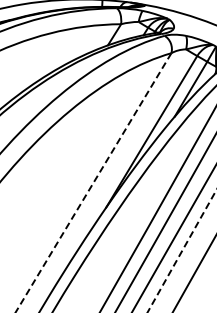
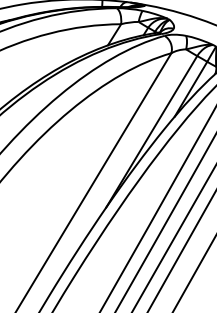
line at (93, 183): dashed -> solid
line at (181, 251): dashed -> solid
